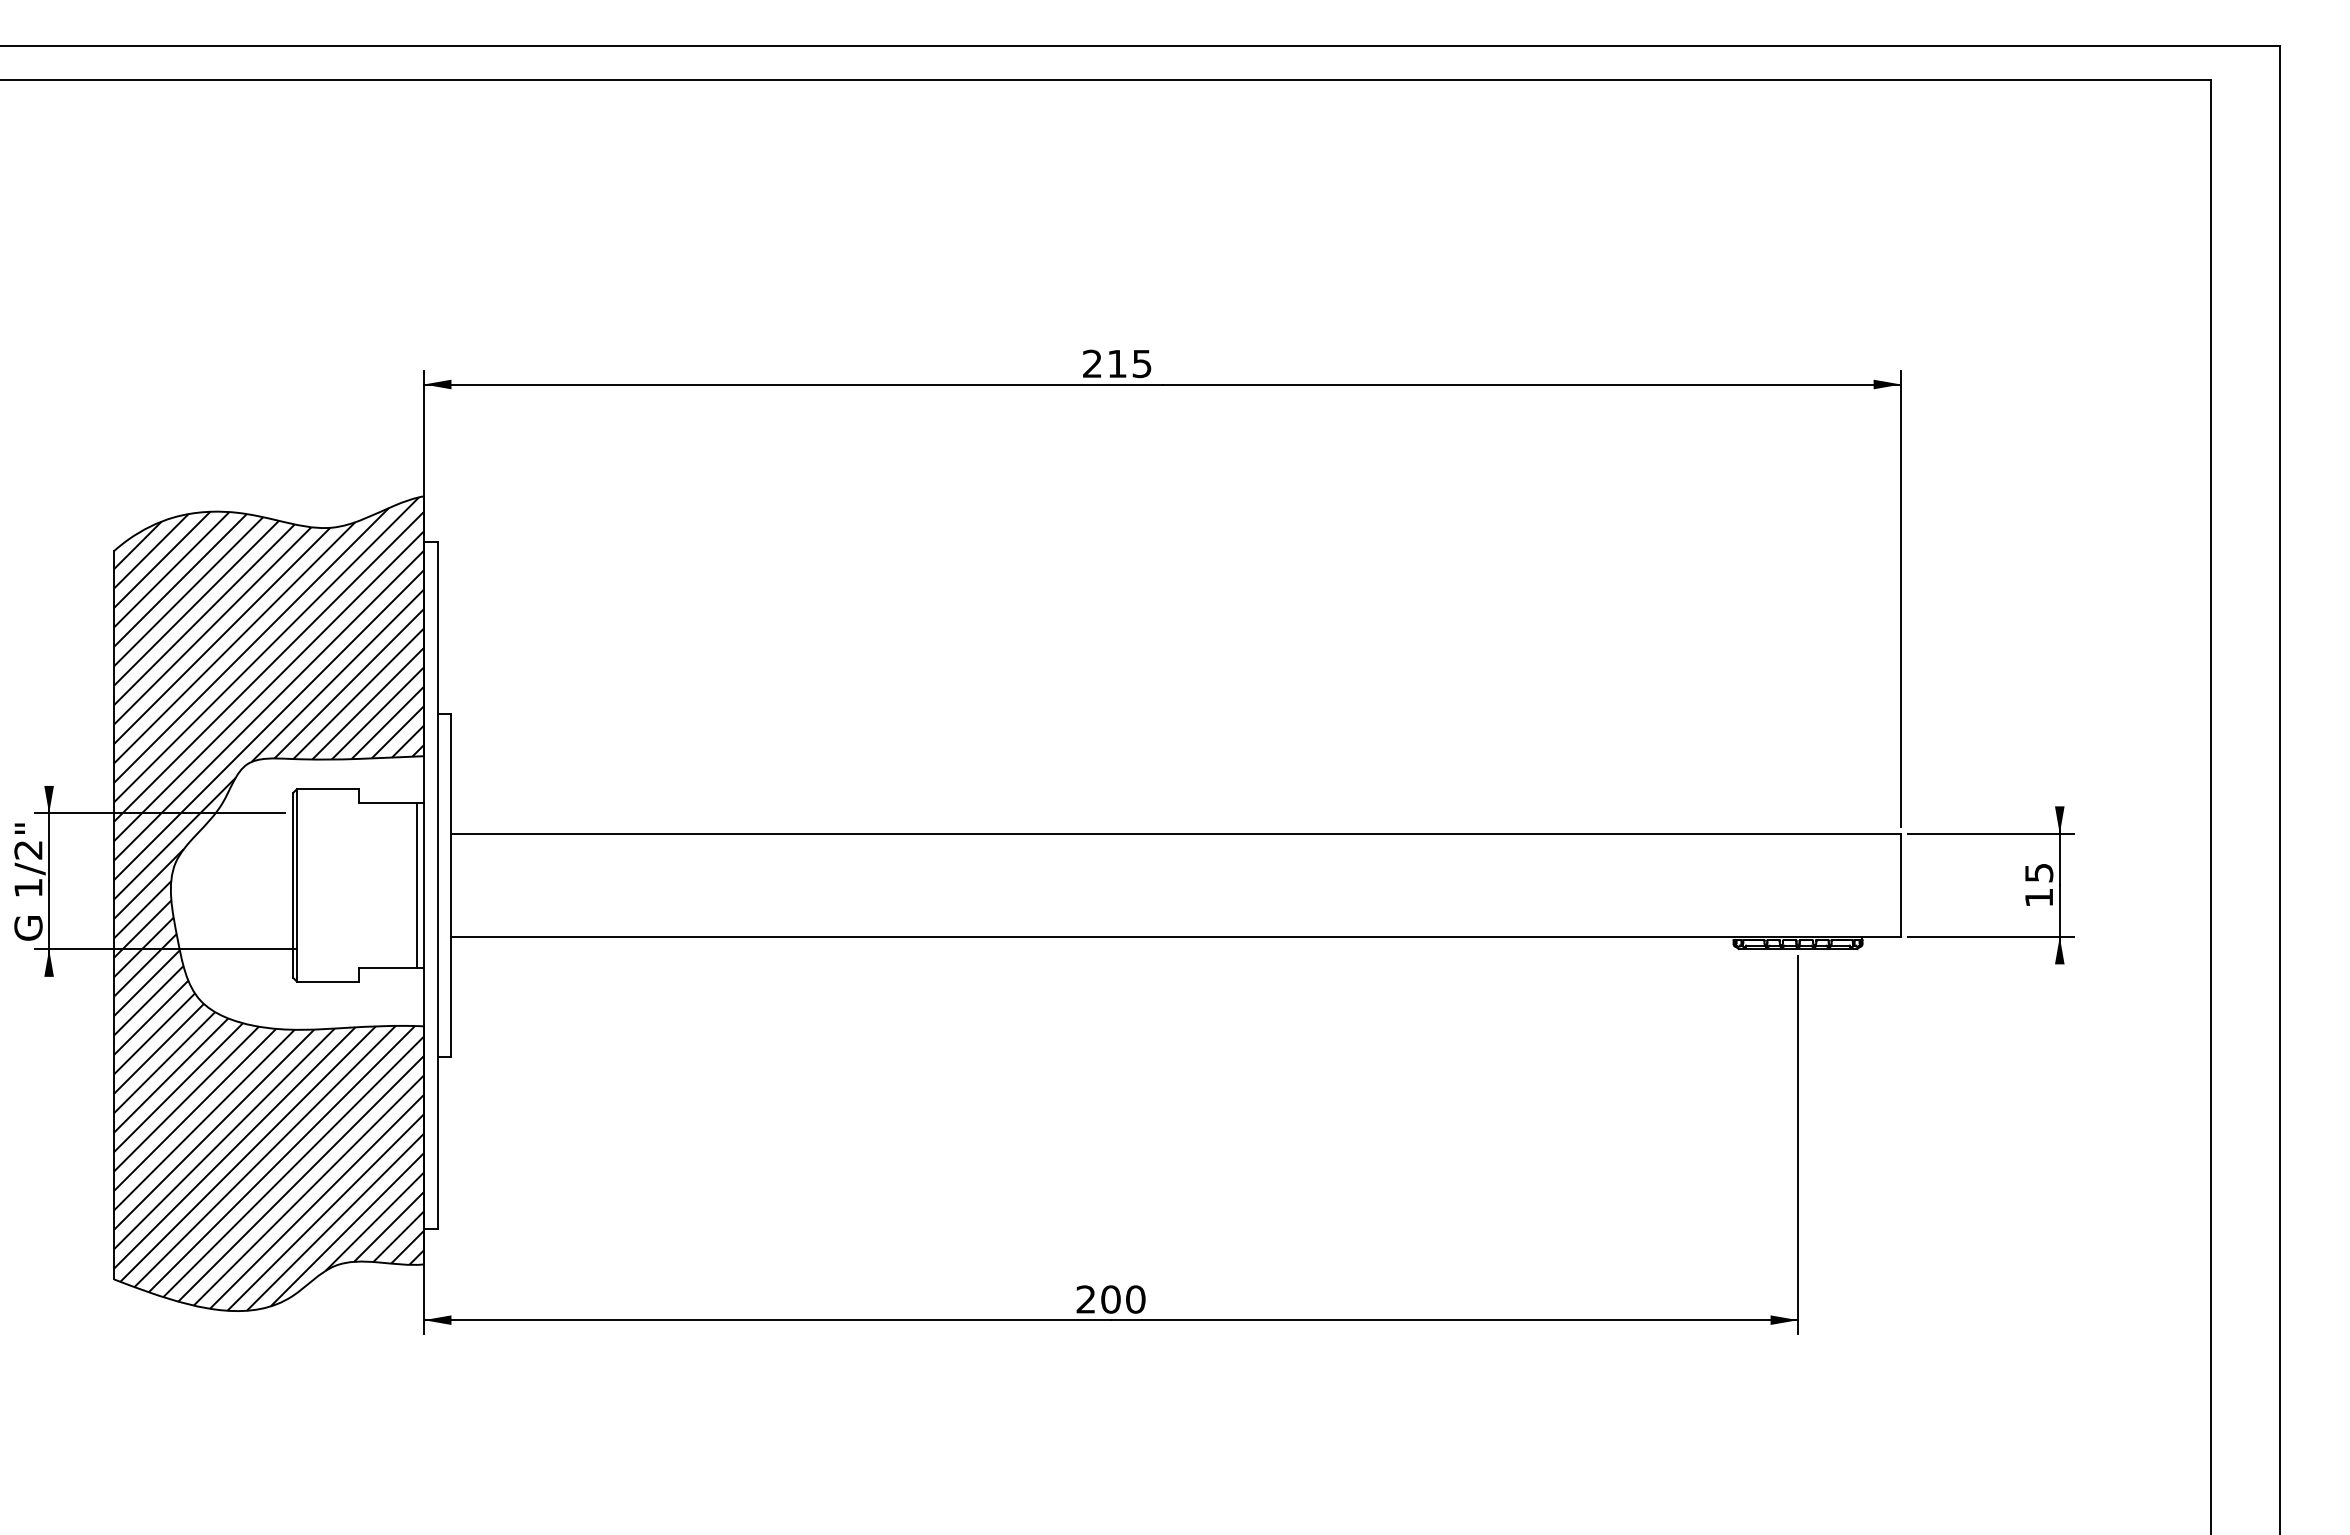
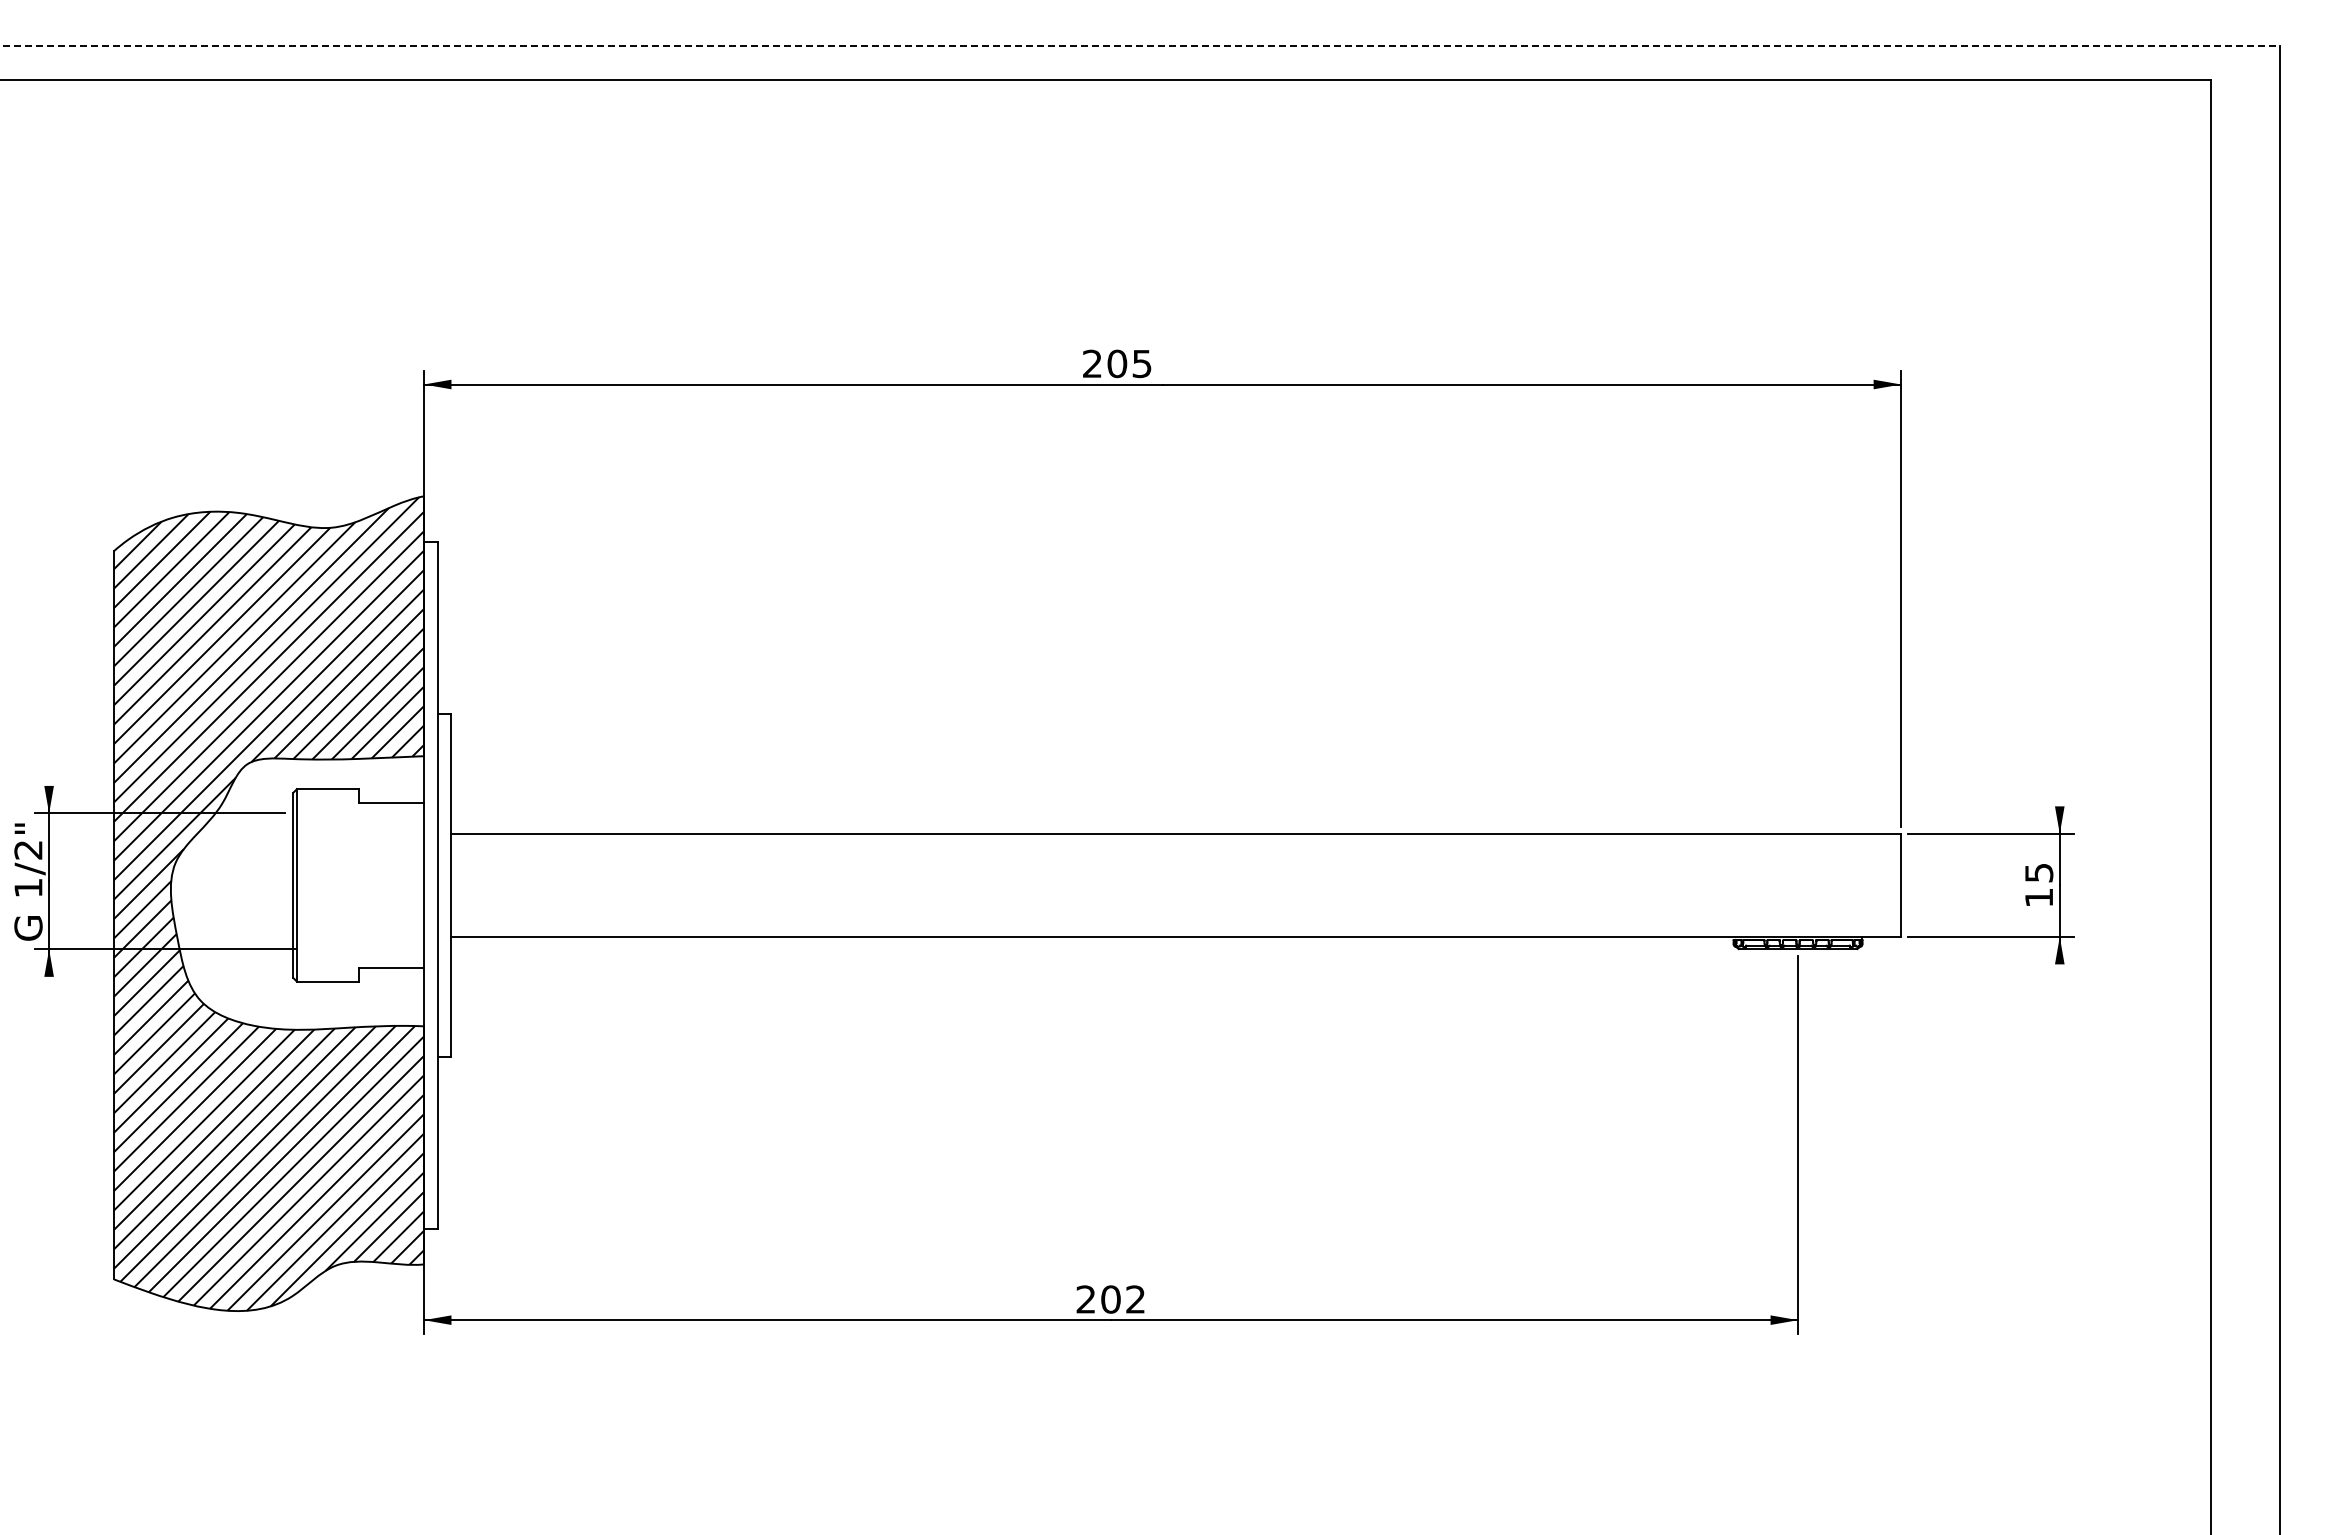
line at (1140, 46): solid -> dashed
text at (1117, 363): 215 -> 205
line at (417, 884): present -> none
text at (1135, 1299): 200 -> 202
